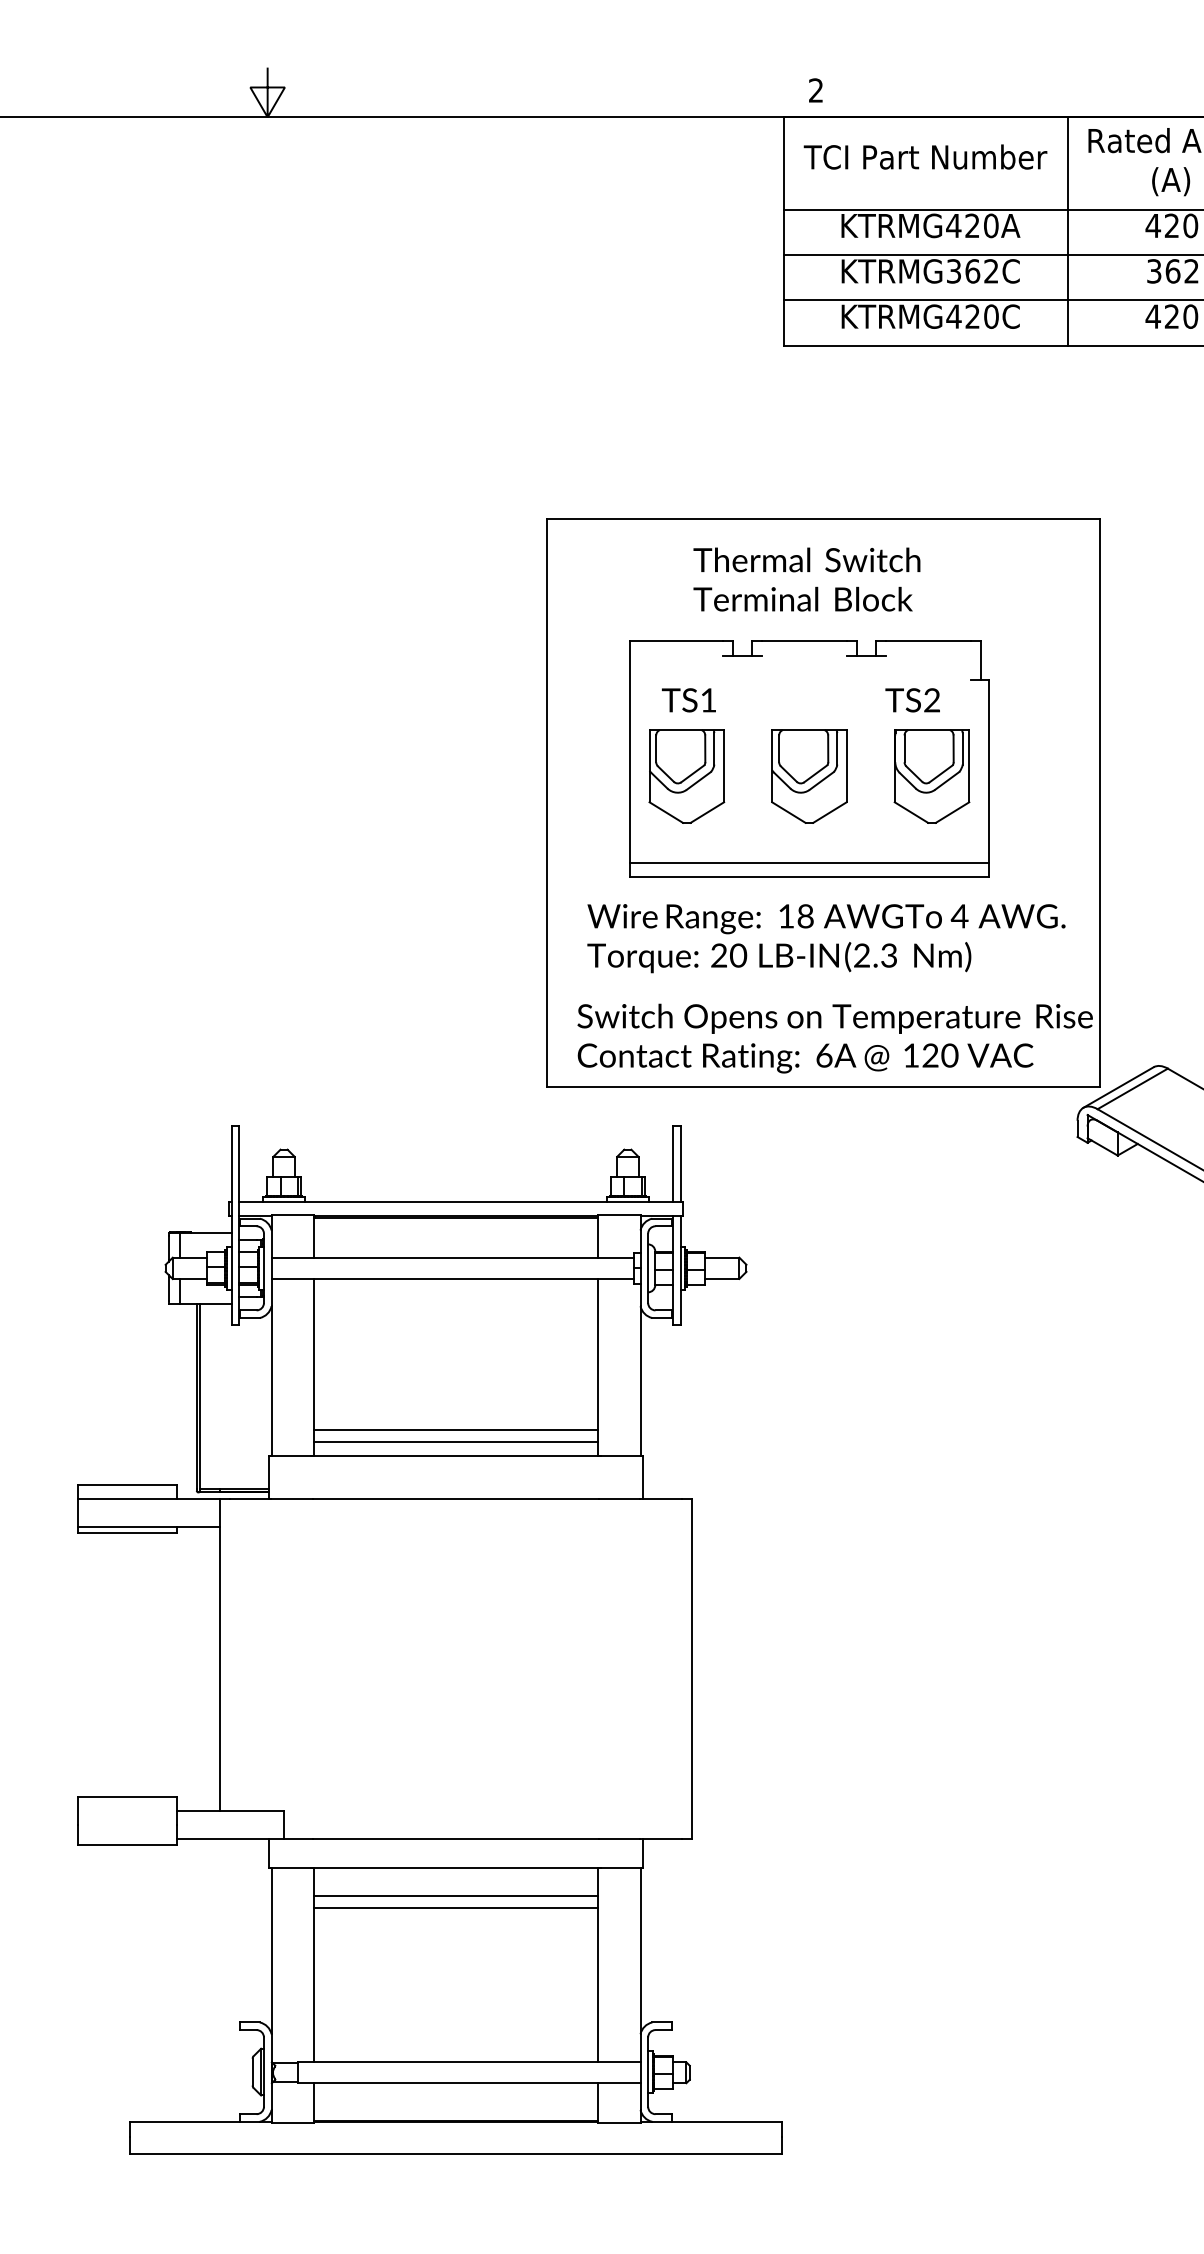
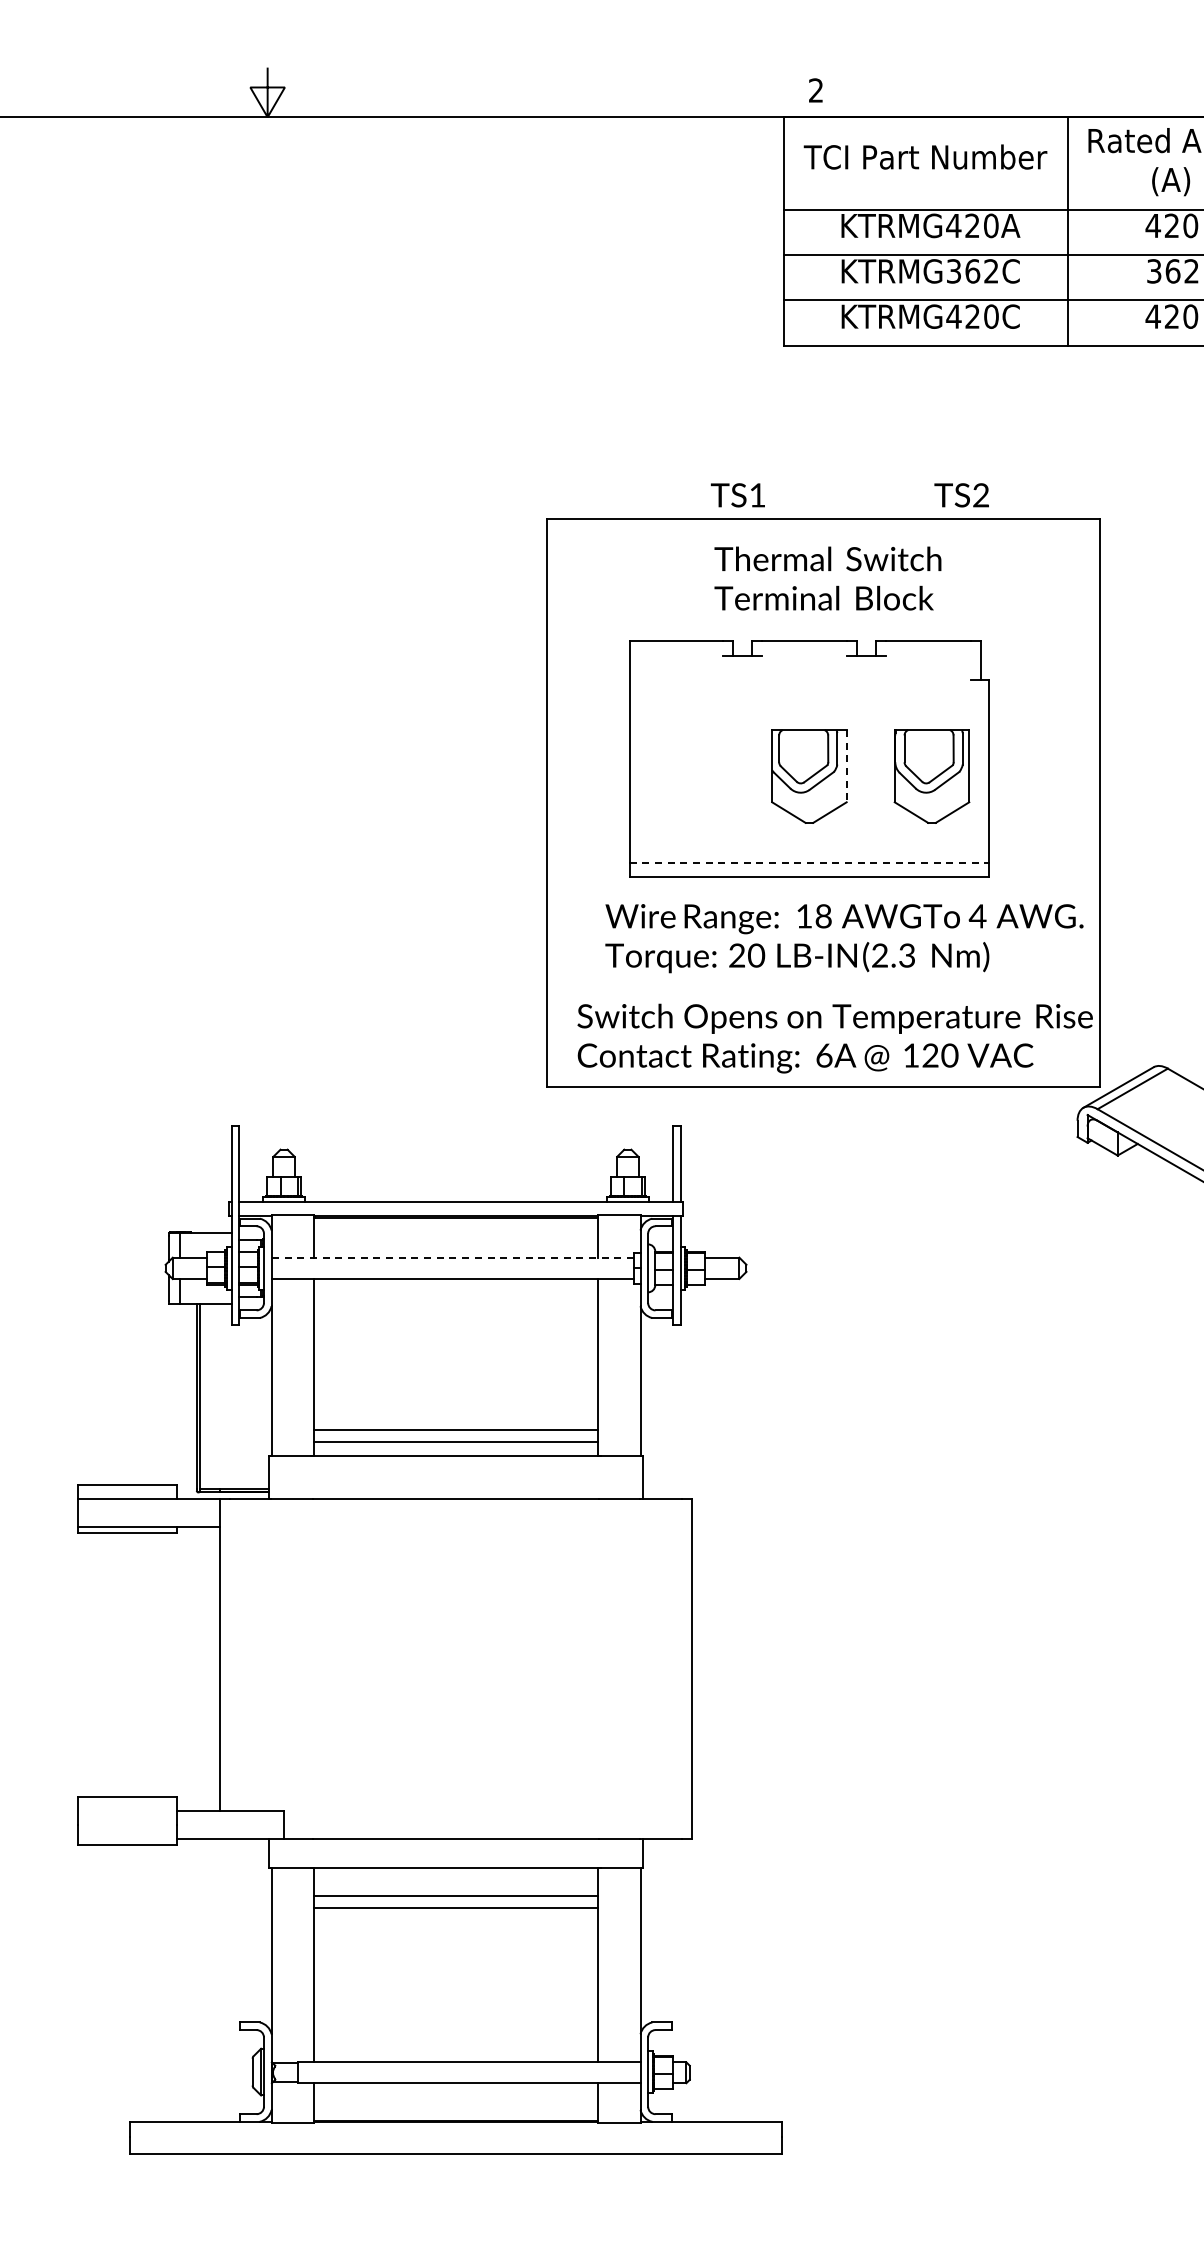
text at (806, 579) position: (806, 579) -> (827, 578)
text at (800, 700) position: (800, 700) -> (849, 495)
line at (846, 766): solid -> dashed
part at (686, 776): present -> none
line at (809, 863): solid -> dashed
text at (826, 938) position: (826, 938) -> (844, 938)
line at (452, 1257): solid -> dashed
